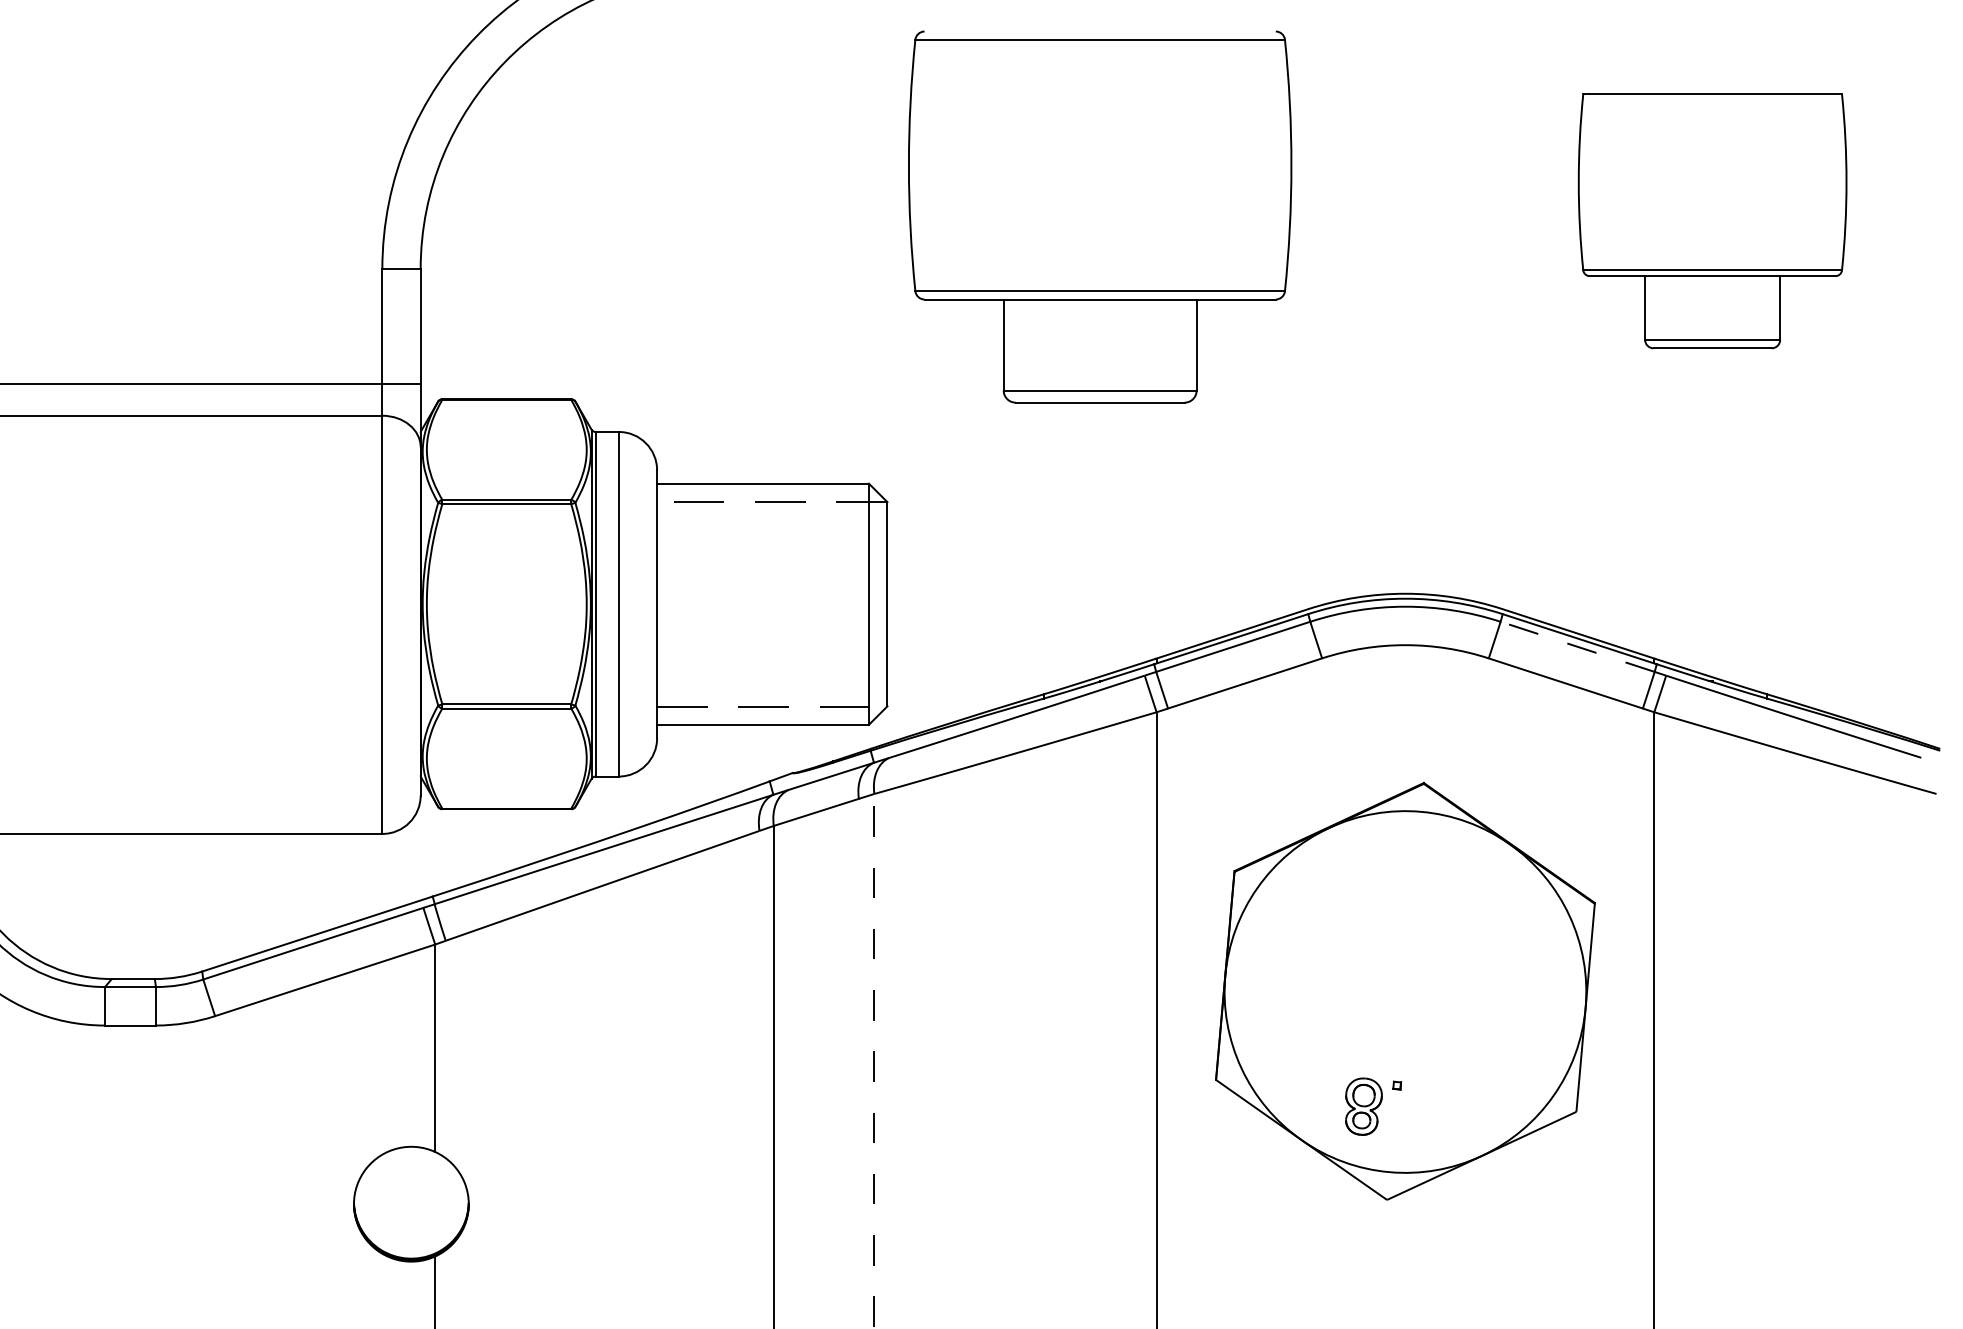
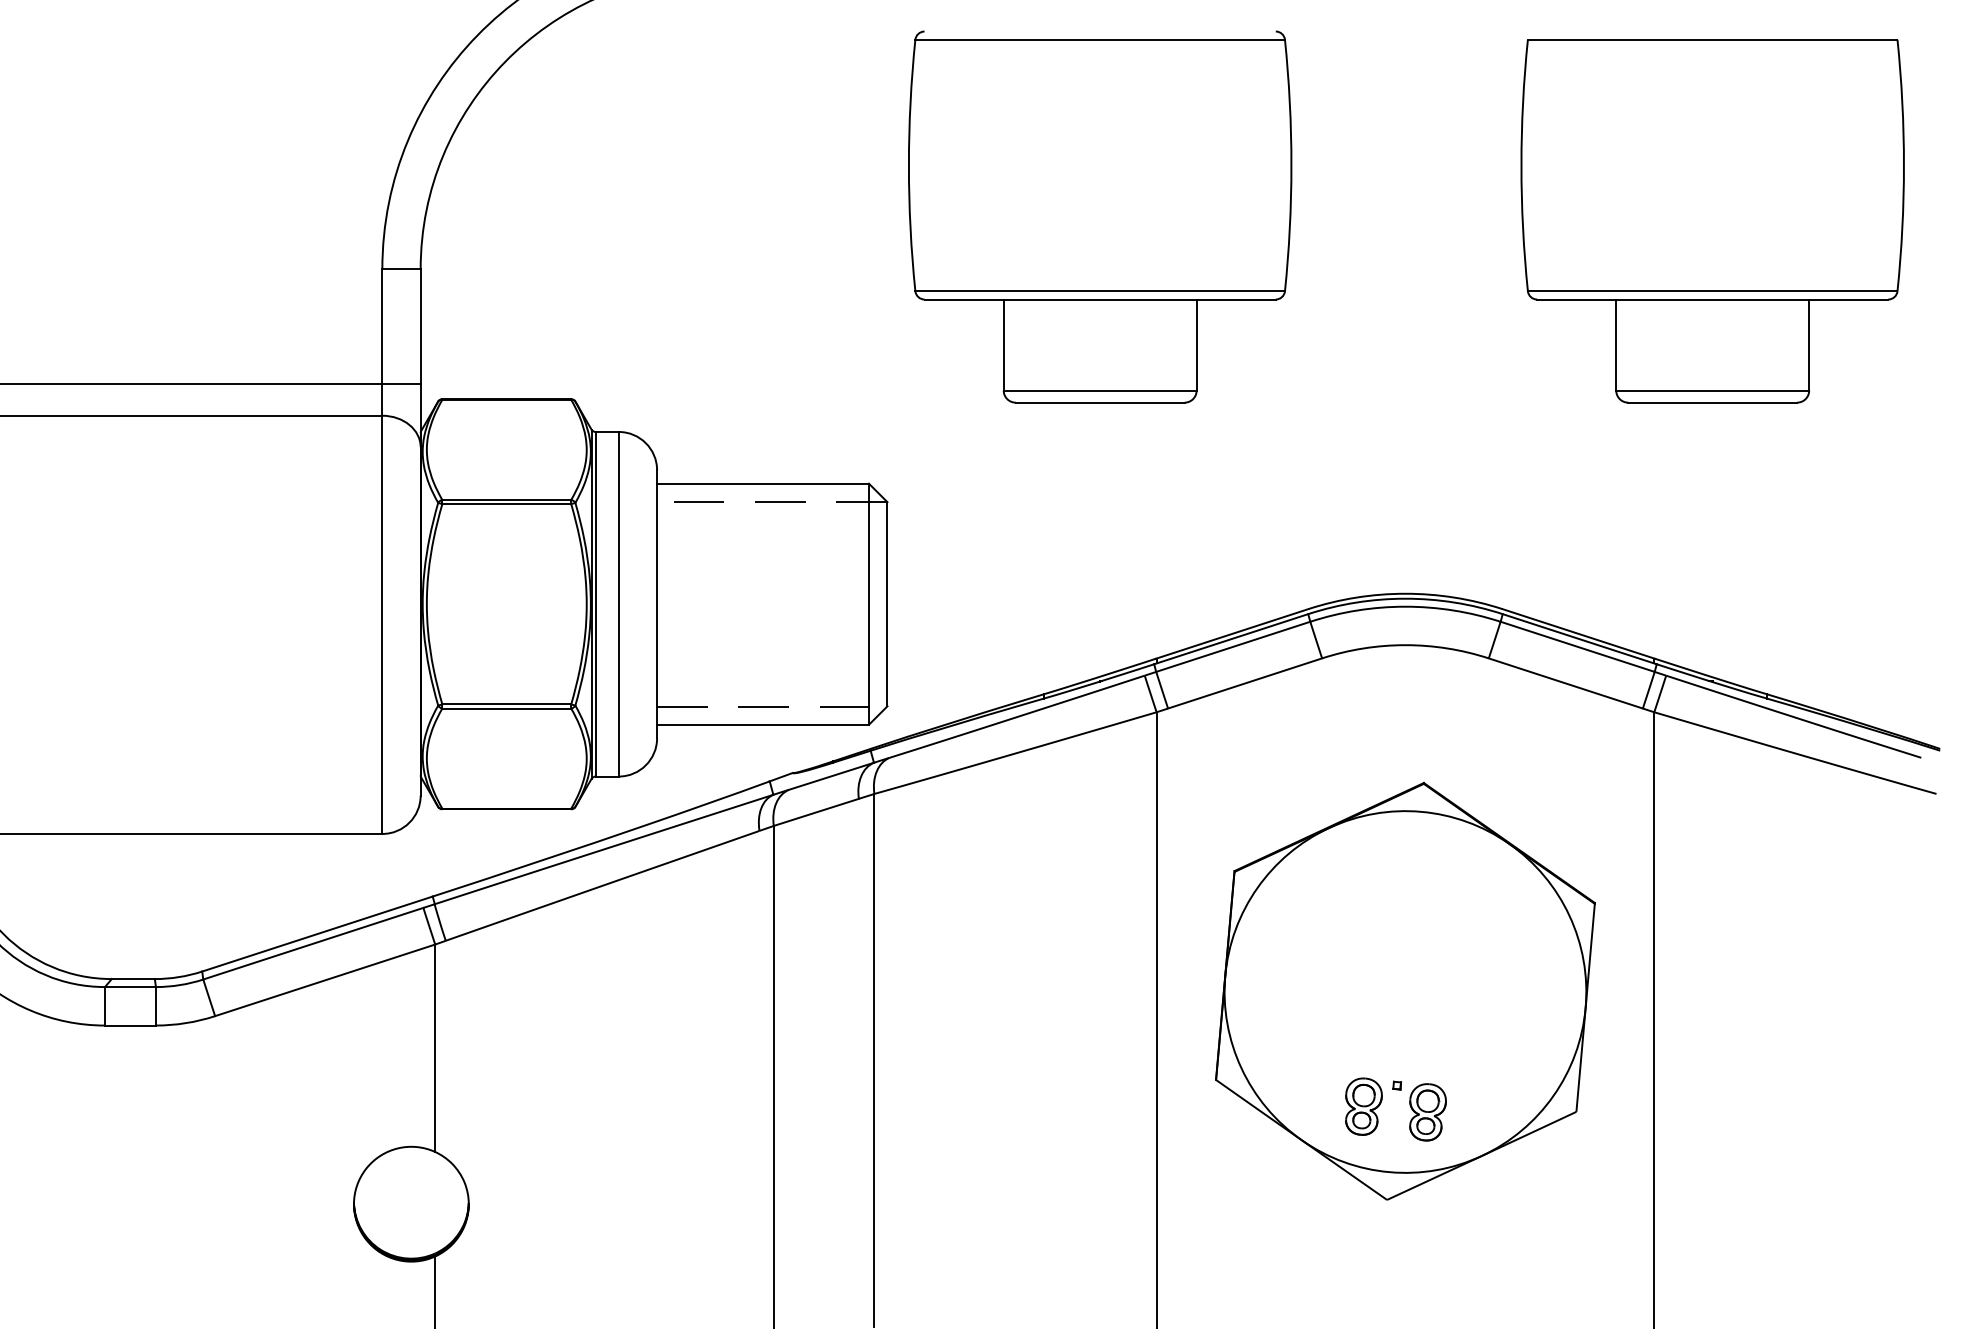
part at (1712, 221) size: 271x257 px -> 385x365 px
line at (1577, 646): dashed -> solid
line at (874, 1059): dashed -> solid
part at (1427, 1112): none -> present
